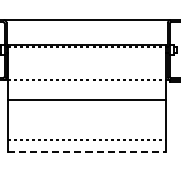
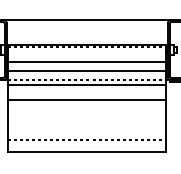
line at (86, 61): none -> present
line at (86, 70): none -> present
line at (86, 84): none -> present
line at (87, 152): dashed -> solid
